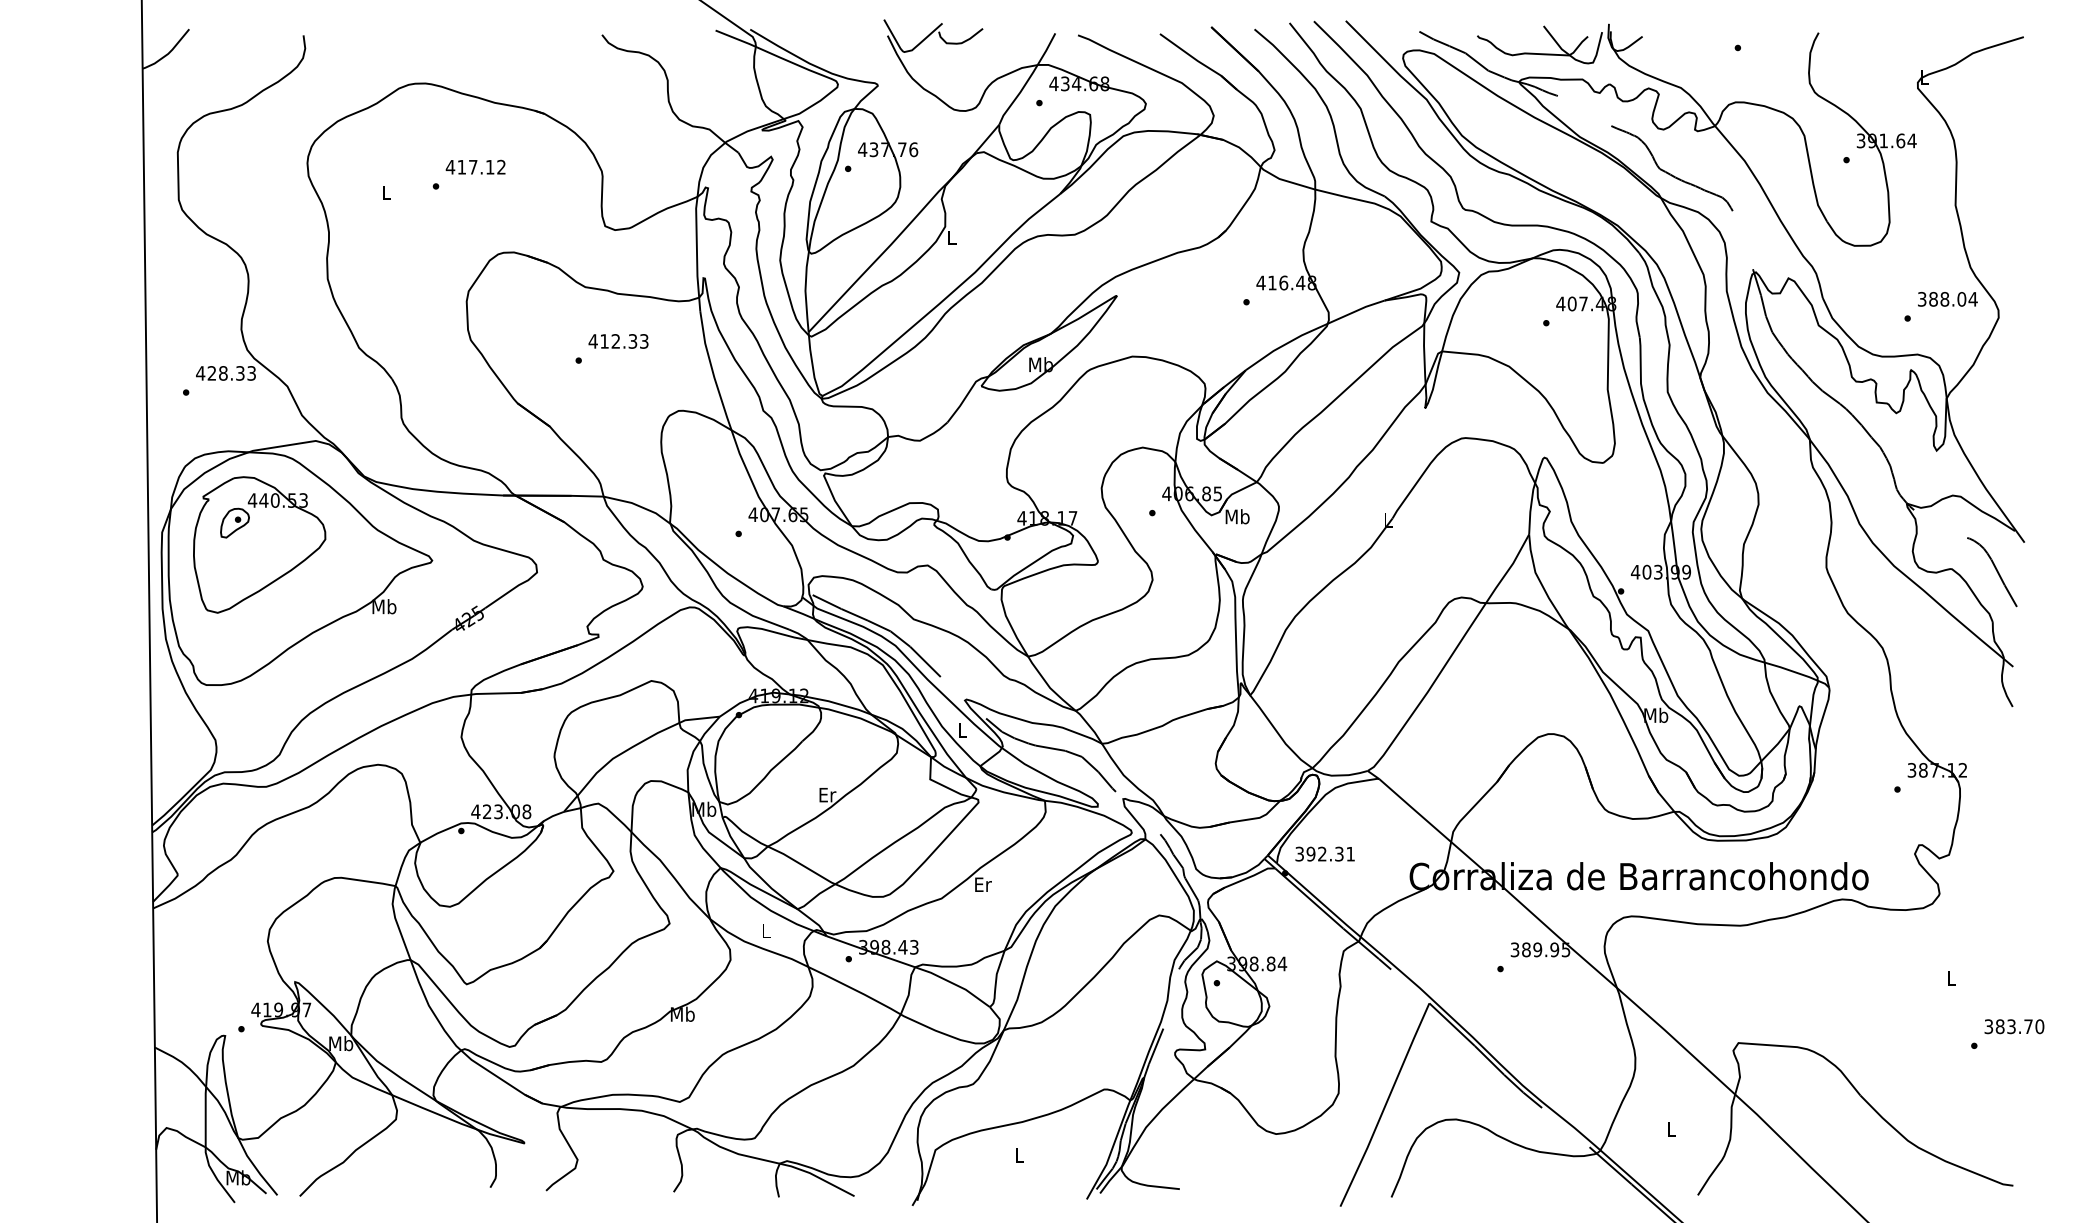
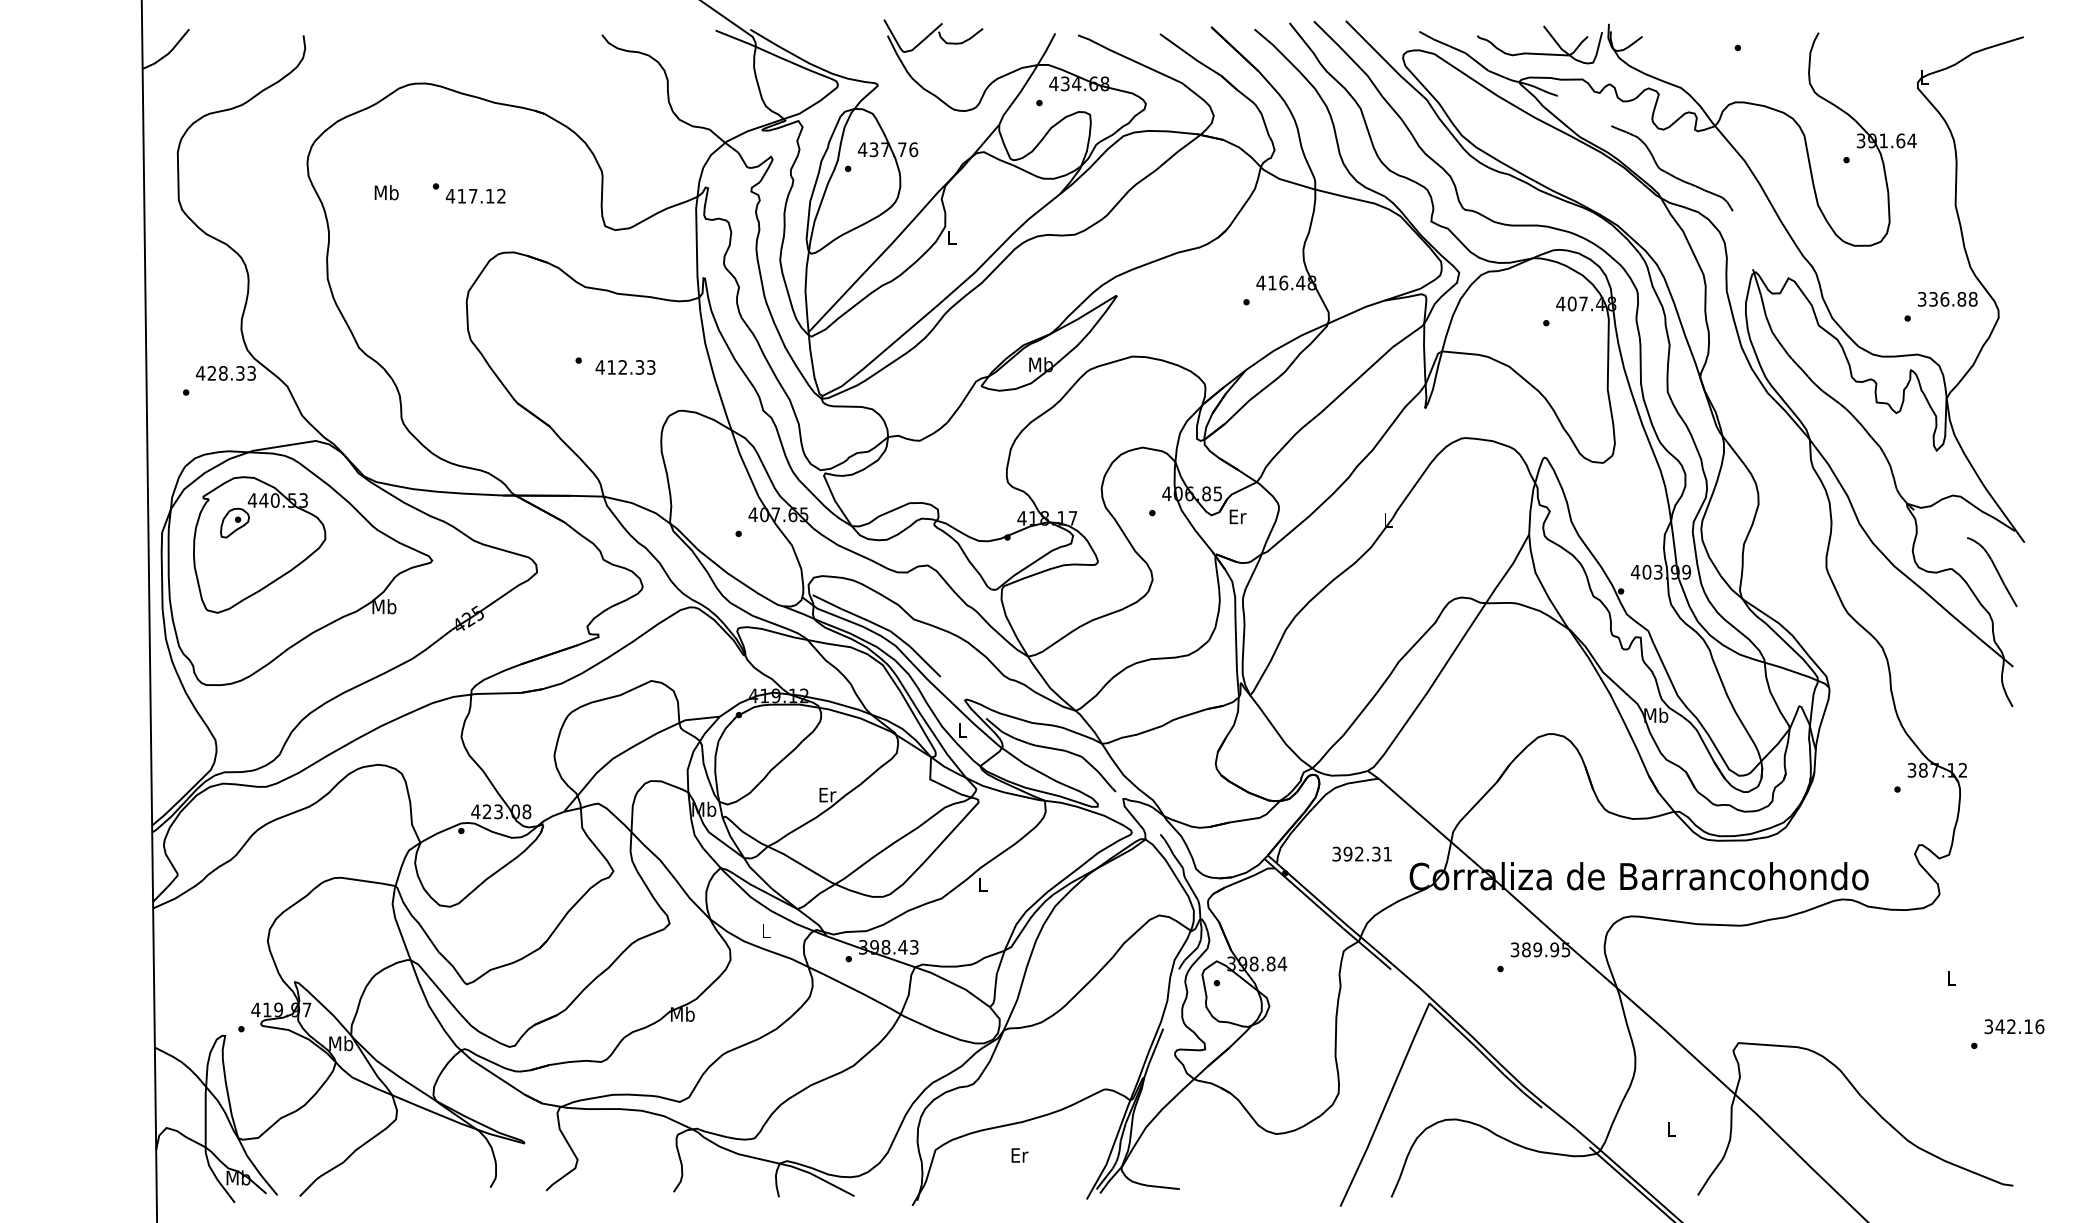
text at (475, 166) position: (475, 166) -> (475, 195)
text at (386, 192): L -> Mb
text at (1953, 298): 388.04 -> 336.88
text at (618, 341) position: (618, 341) -> (625, 367)
text at (1237, 516): Mb -> Er
text at (1324, 853) position: (1324, 853) -> (1361, 853)
text at (983, 884): Er -> L
text at (2019, 1026): 383.70 -> 342.16
text at (1019, 1155): L -> Er
